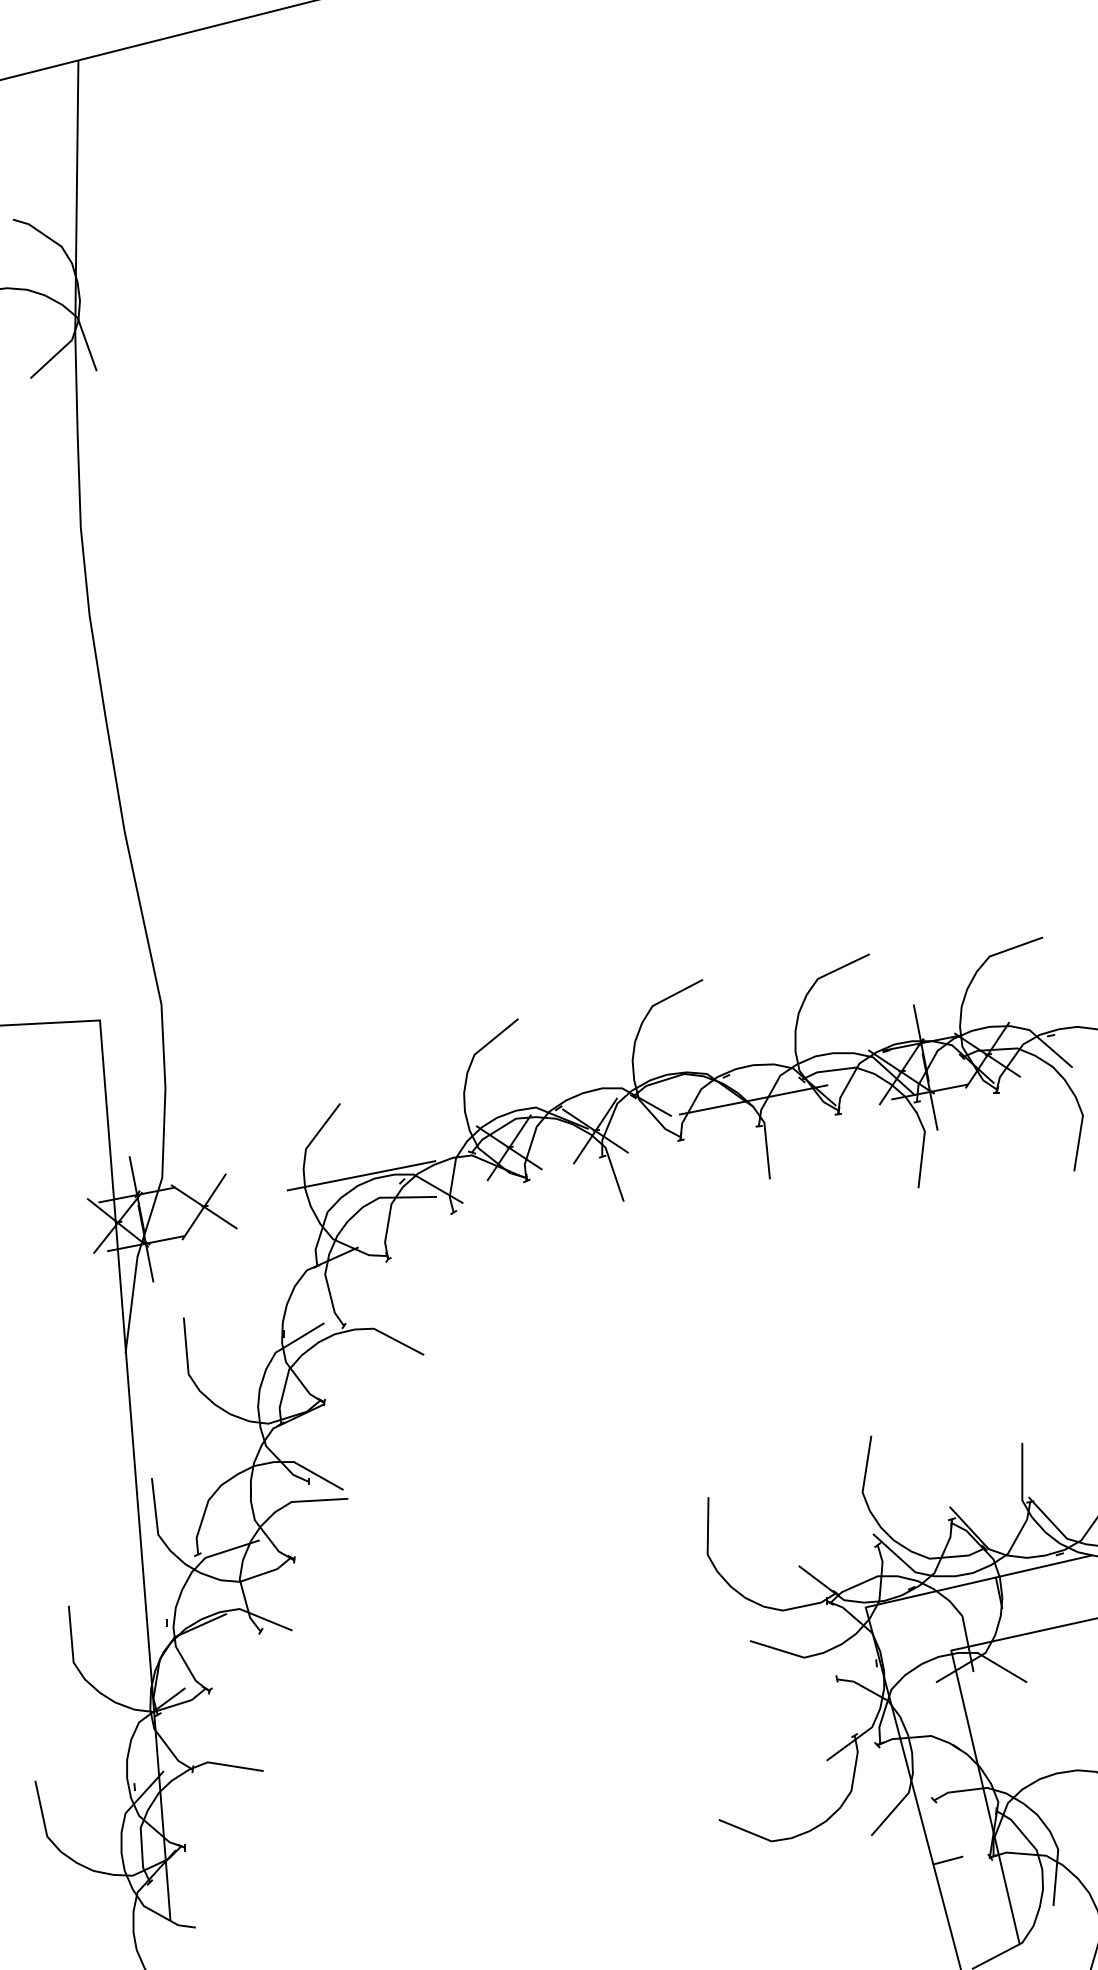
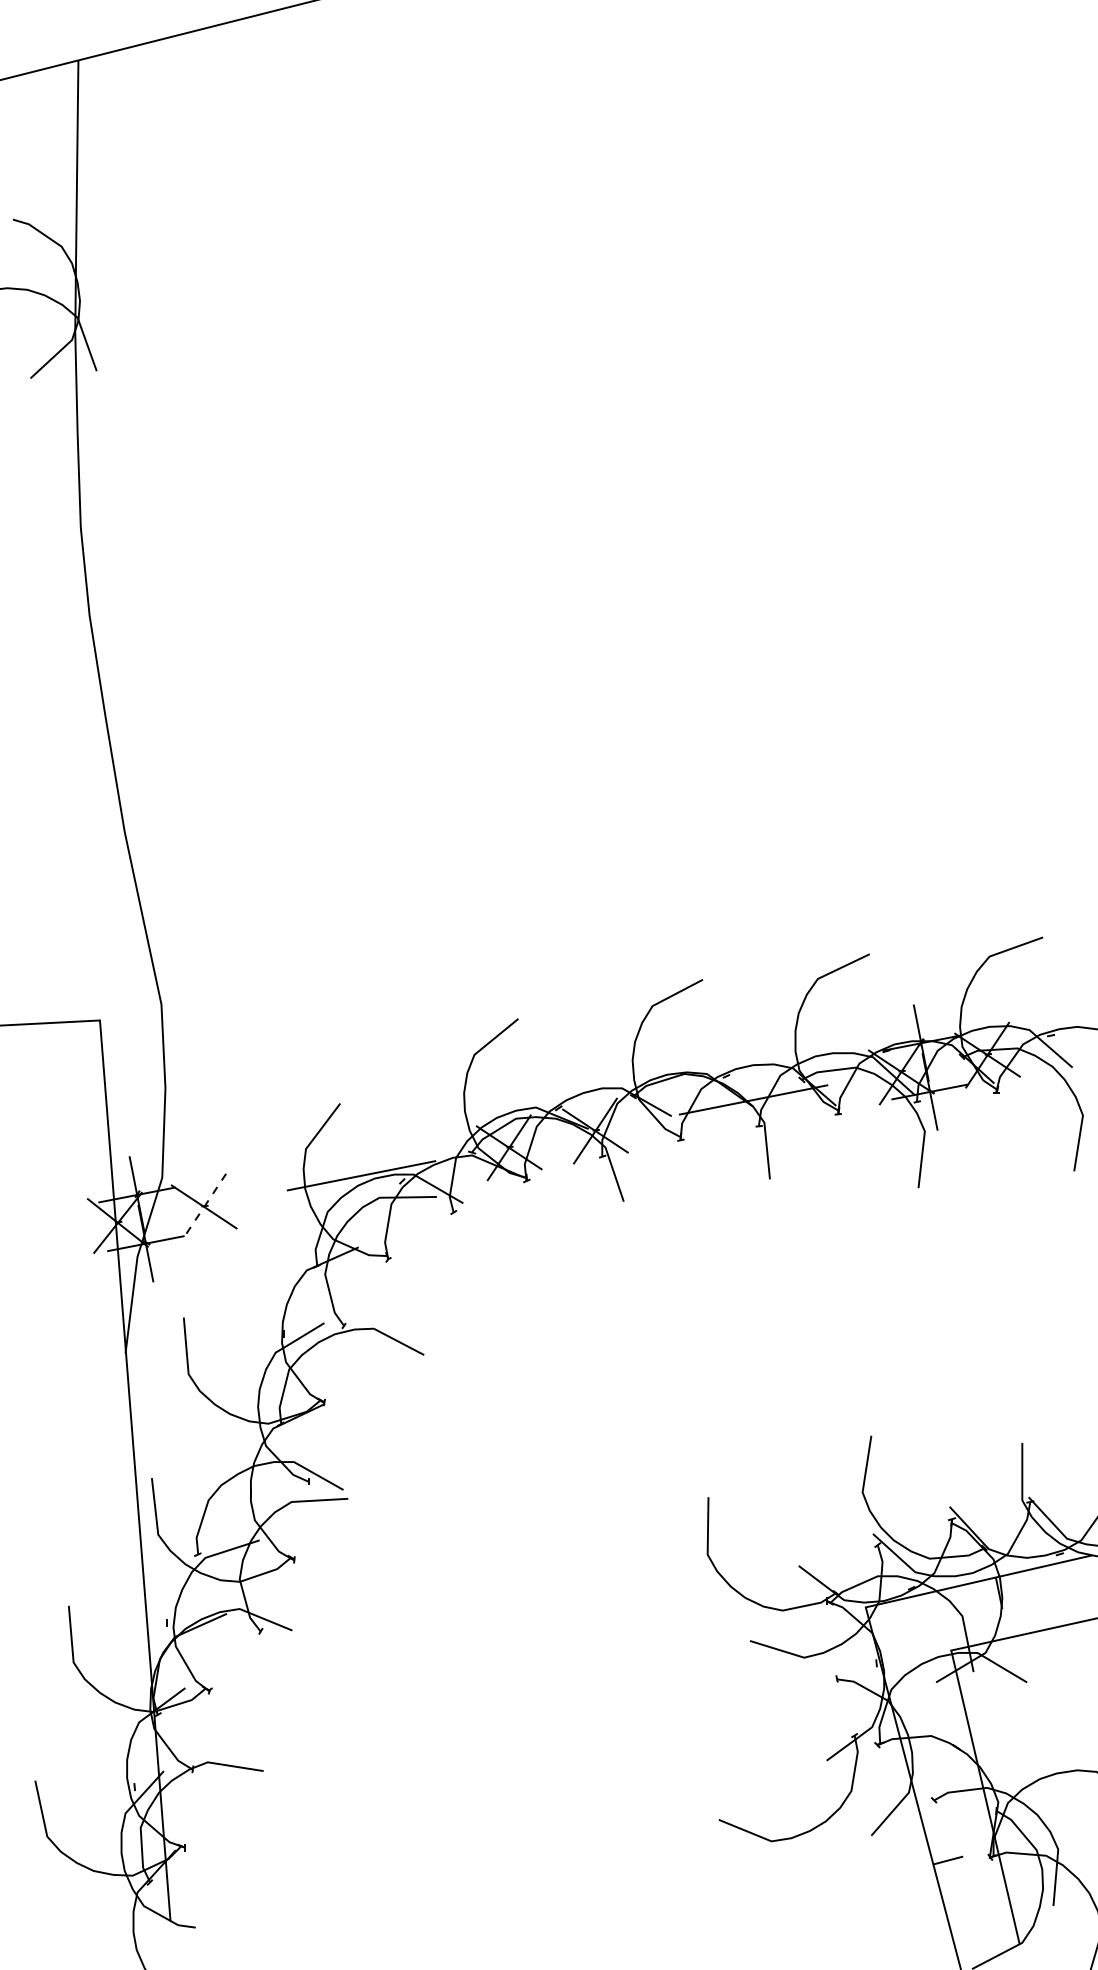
line at (204, 1206): solid -> dashed
